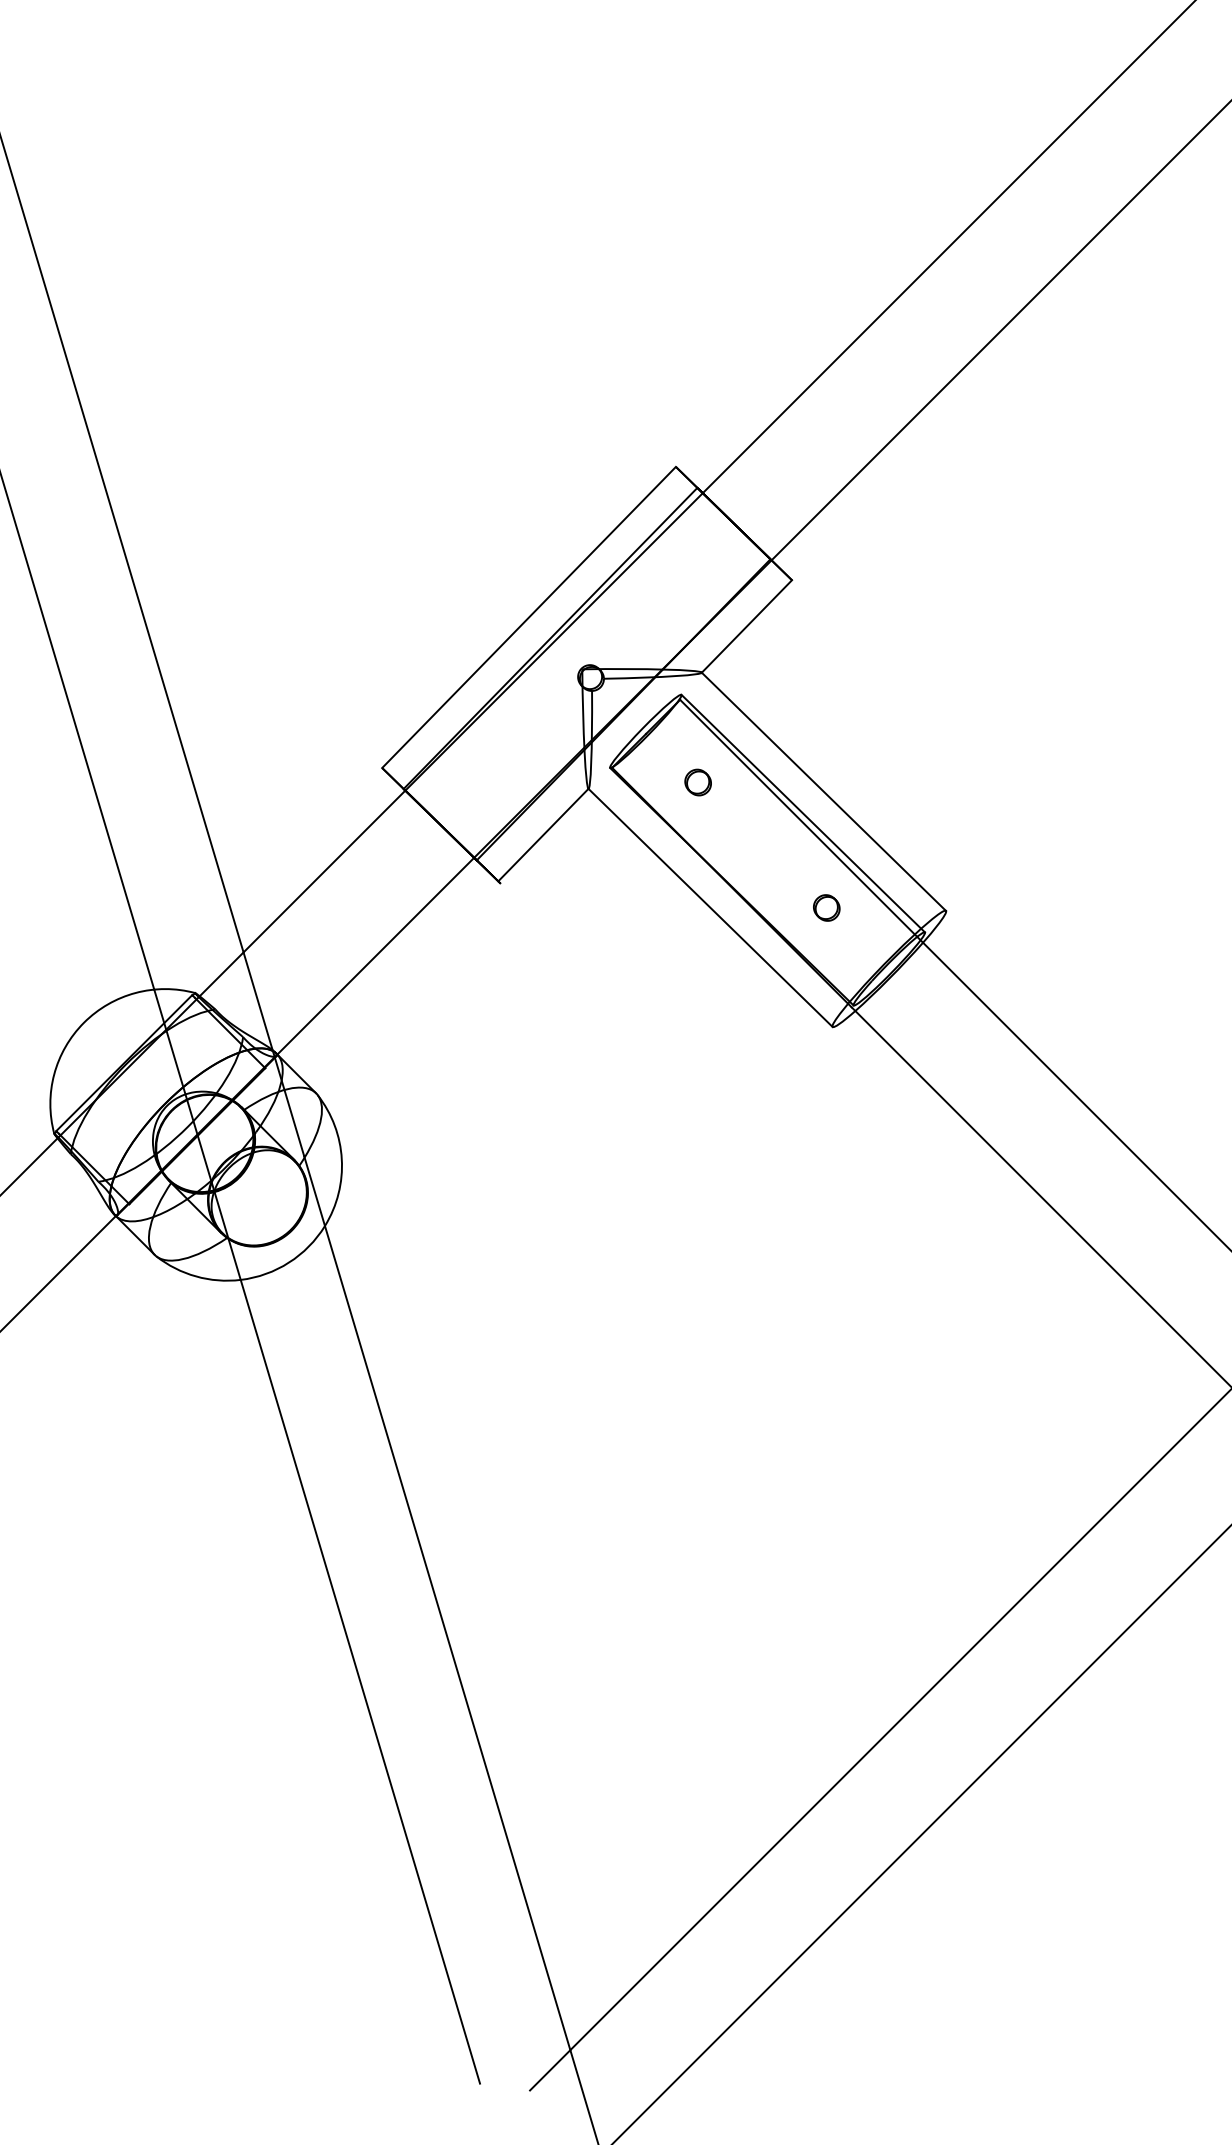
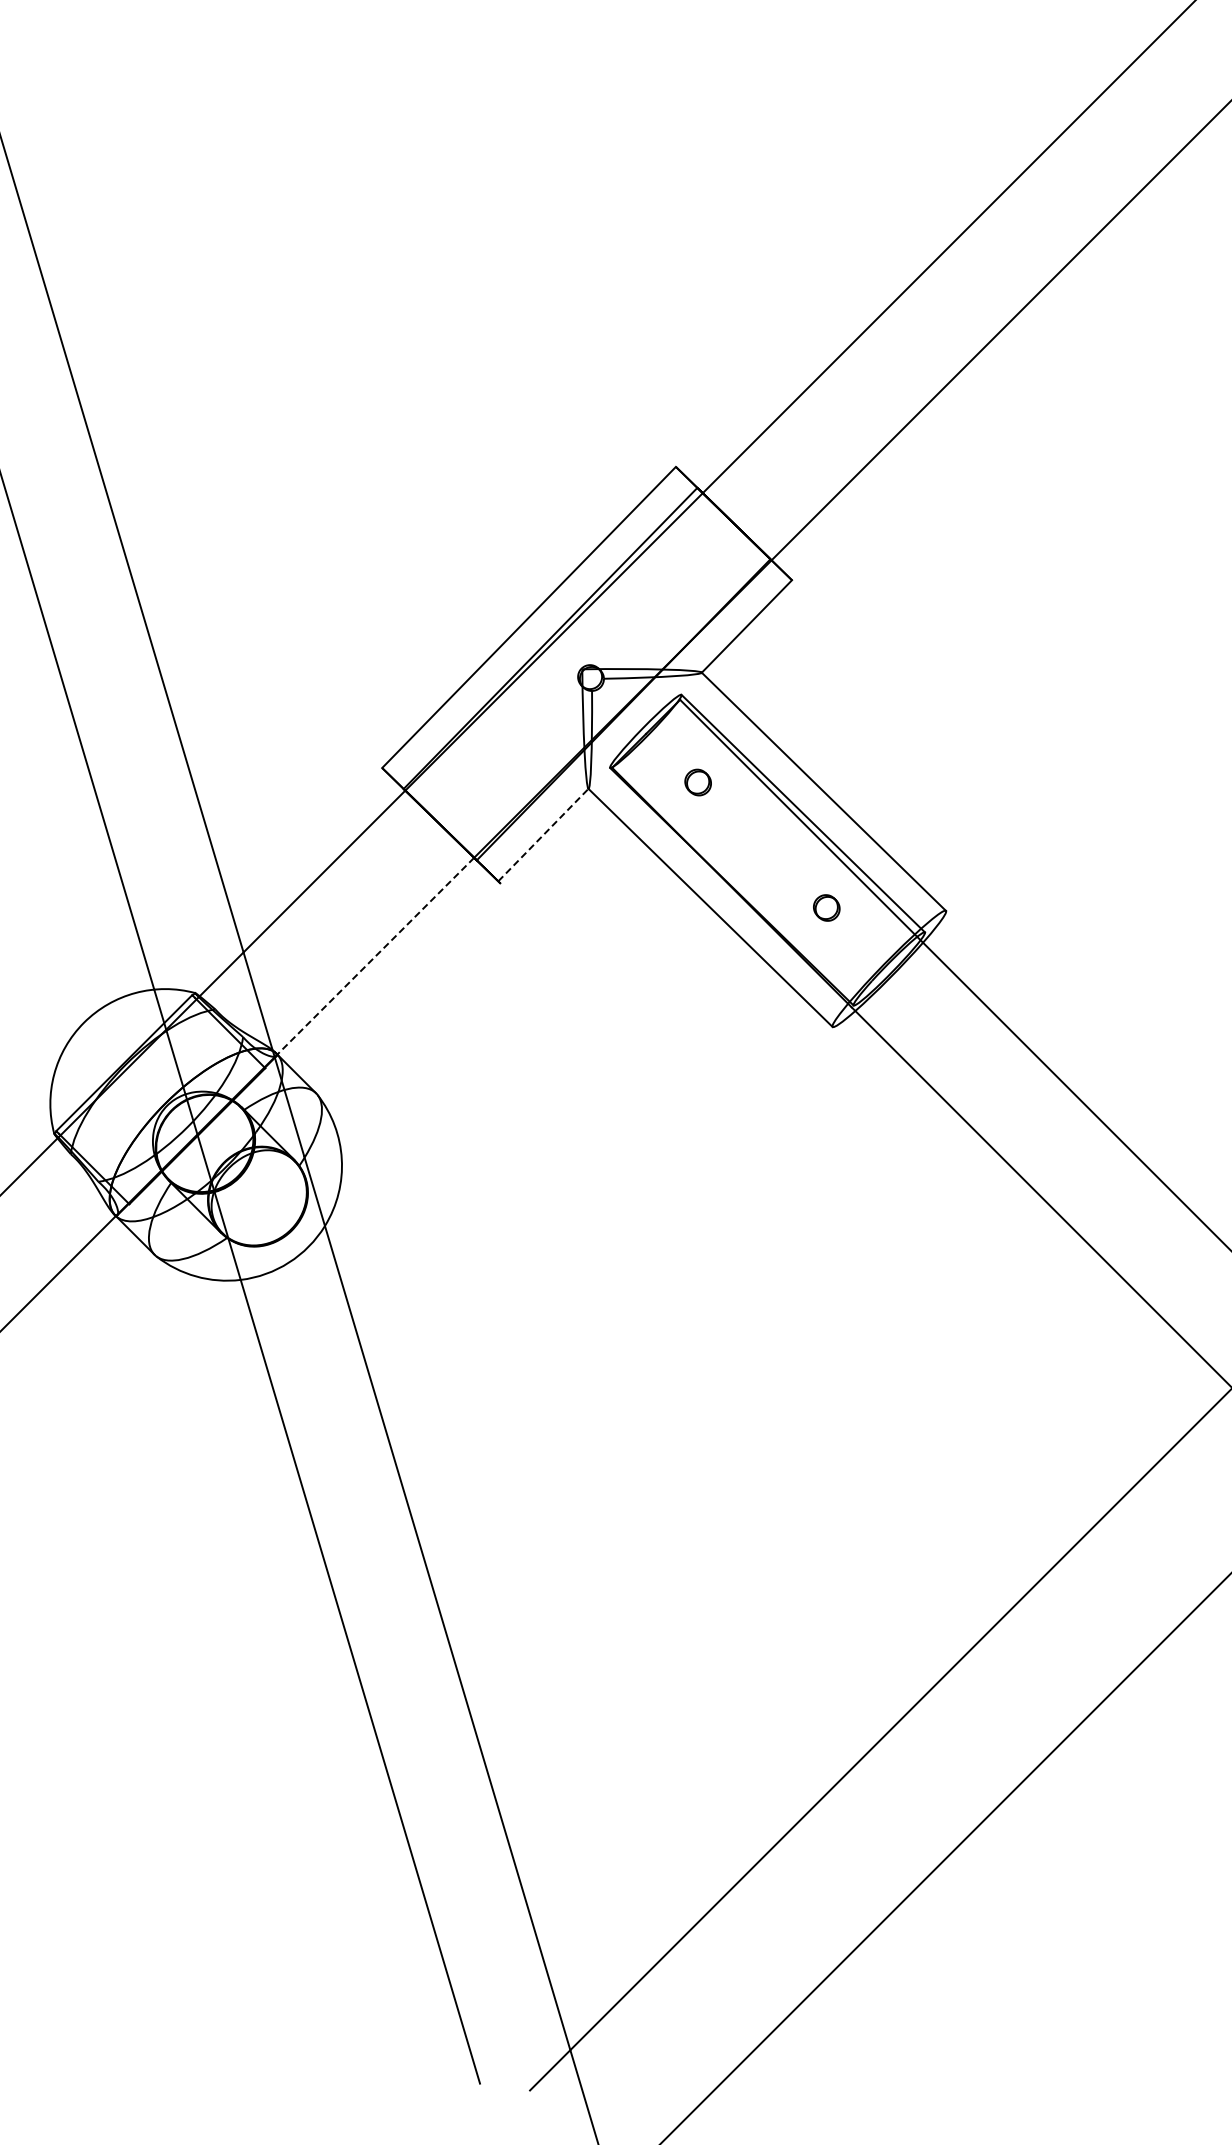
line at (543, 835): solid -> dashed
line at (374, 957): solid -> dashed
line at (921, 1834) position: (921, 1834) -> (945, 1858)
